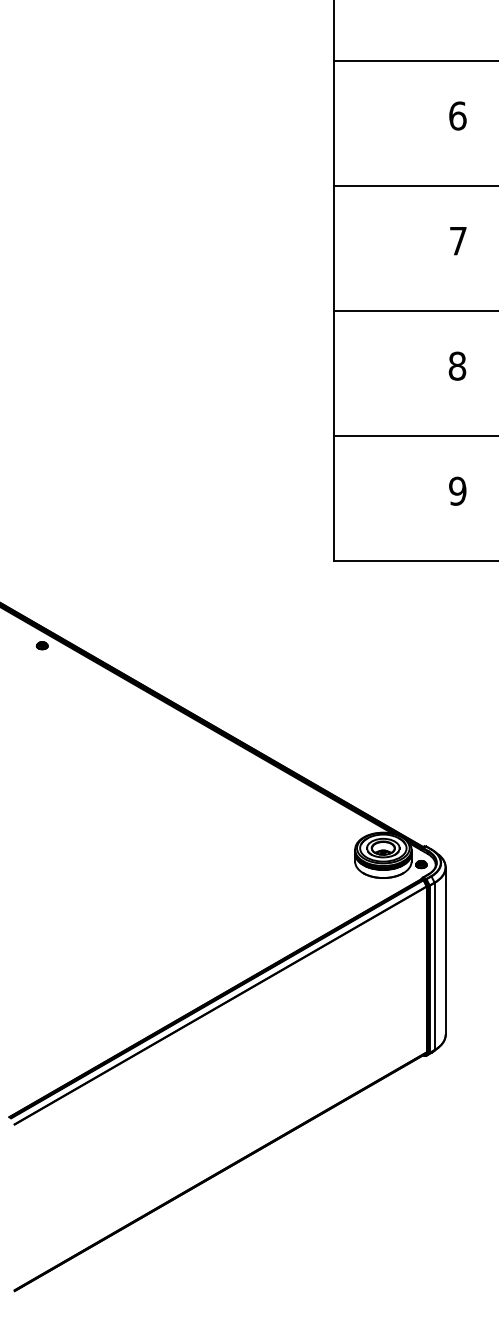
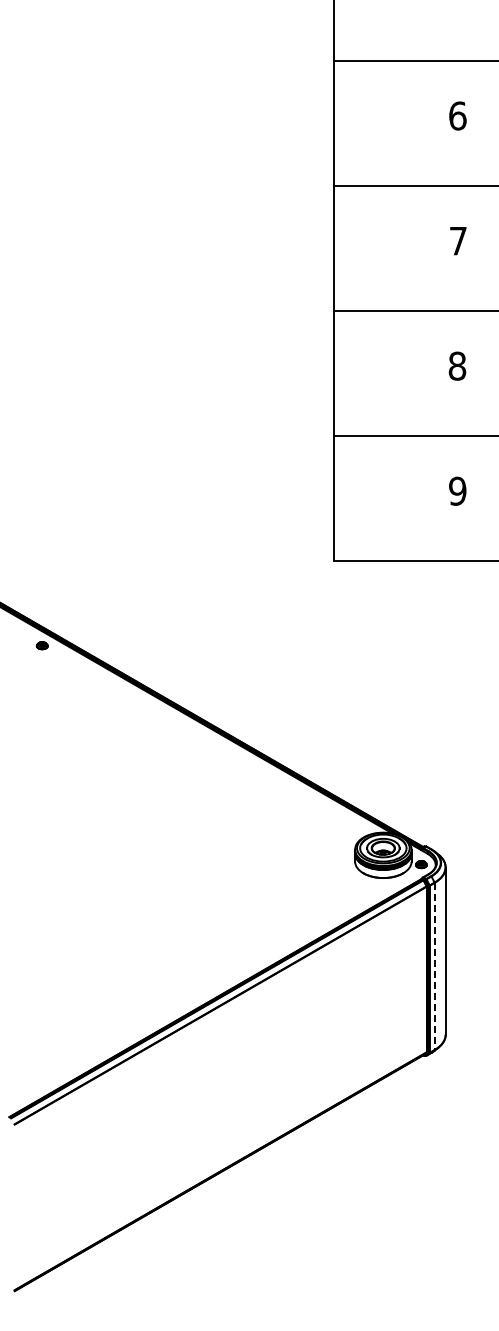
line at (434, 966): solid -> dashed
